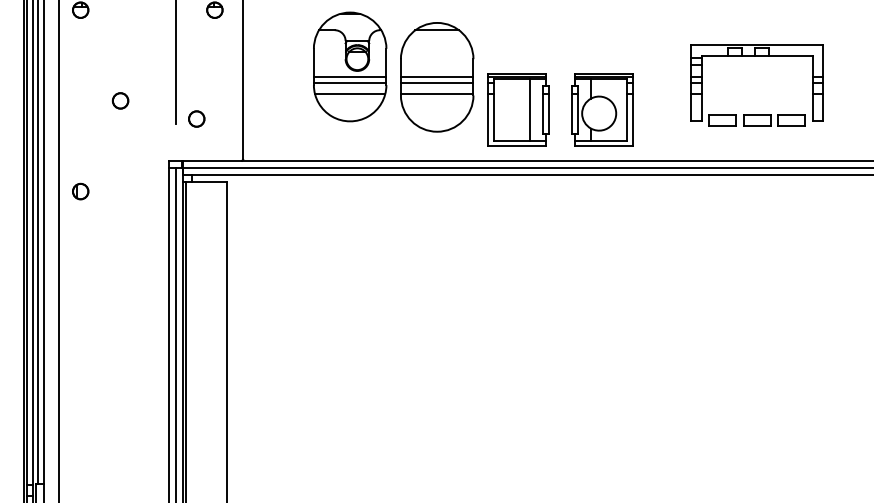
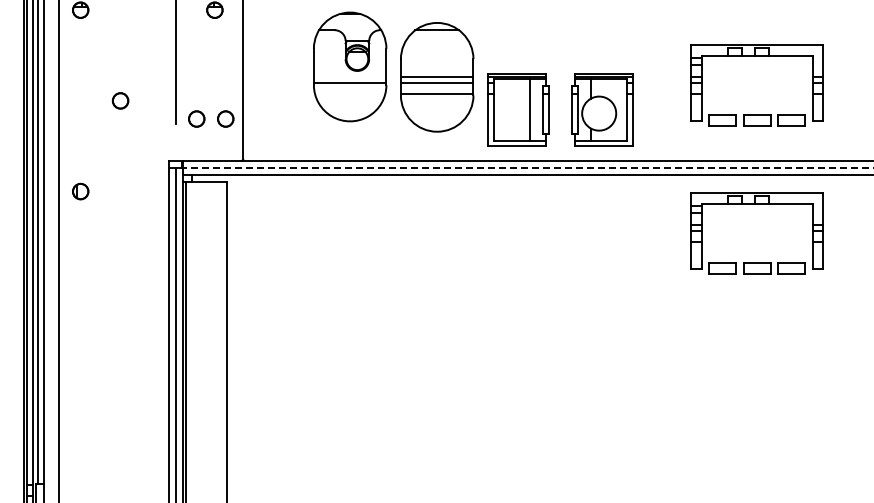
line at (349, 77): present -> none
line at (349, 93): present -> none
circle at (225, 118): none -> present
line at (528, 168): solid -> dashed
part at (756, 204): none -> present
